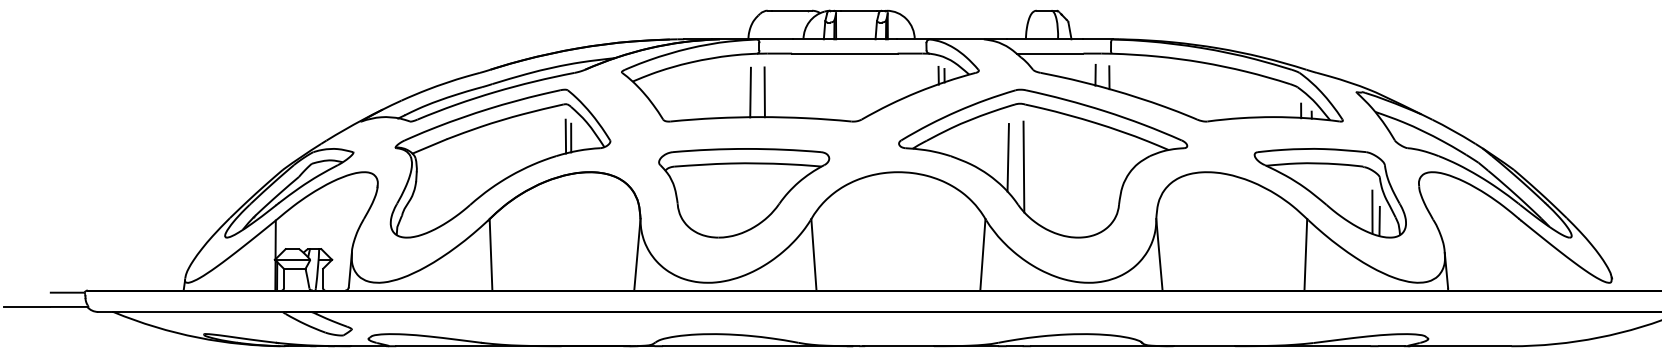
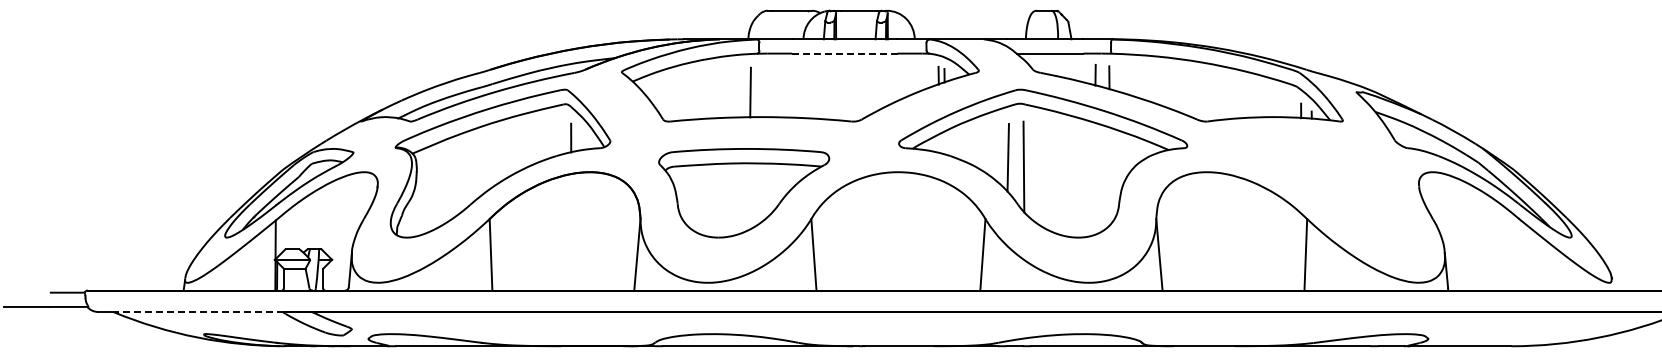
line at (844, 53): solid -> dashed
line at (764, 92): present -> none
line at (565, 136): present -> none
part at (1329, 193): present -> none
line at (198, 311): solid -> dashed
